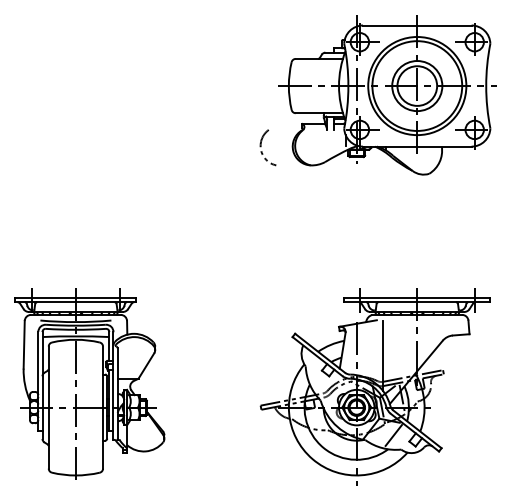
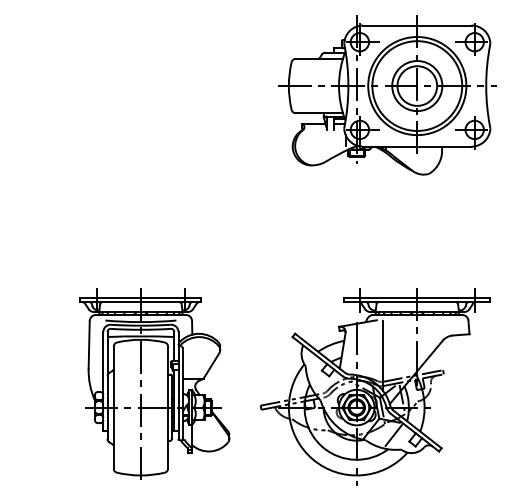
arc at (261, 146): present -> none
part at (89, 383) position: (89, 383) -> (154, 383)
